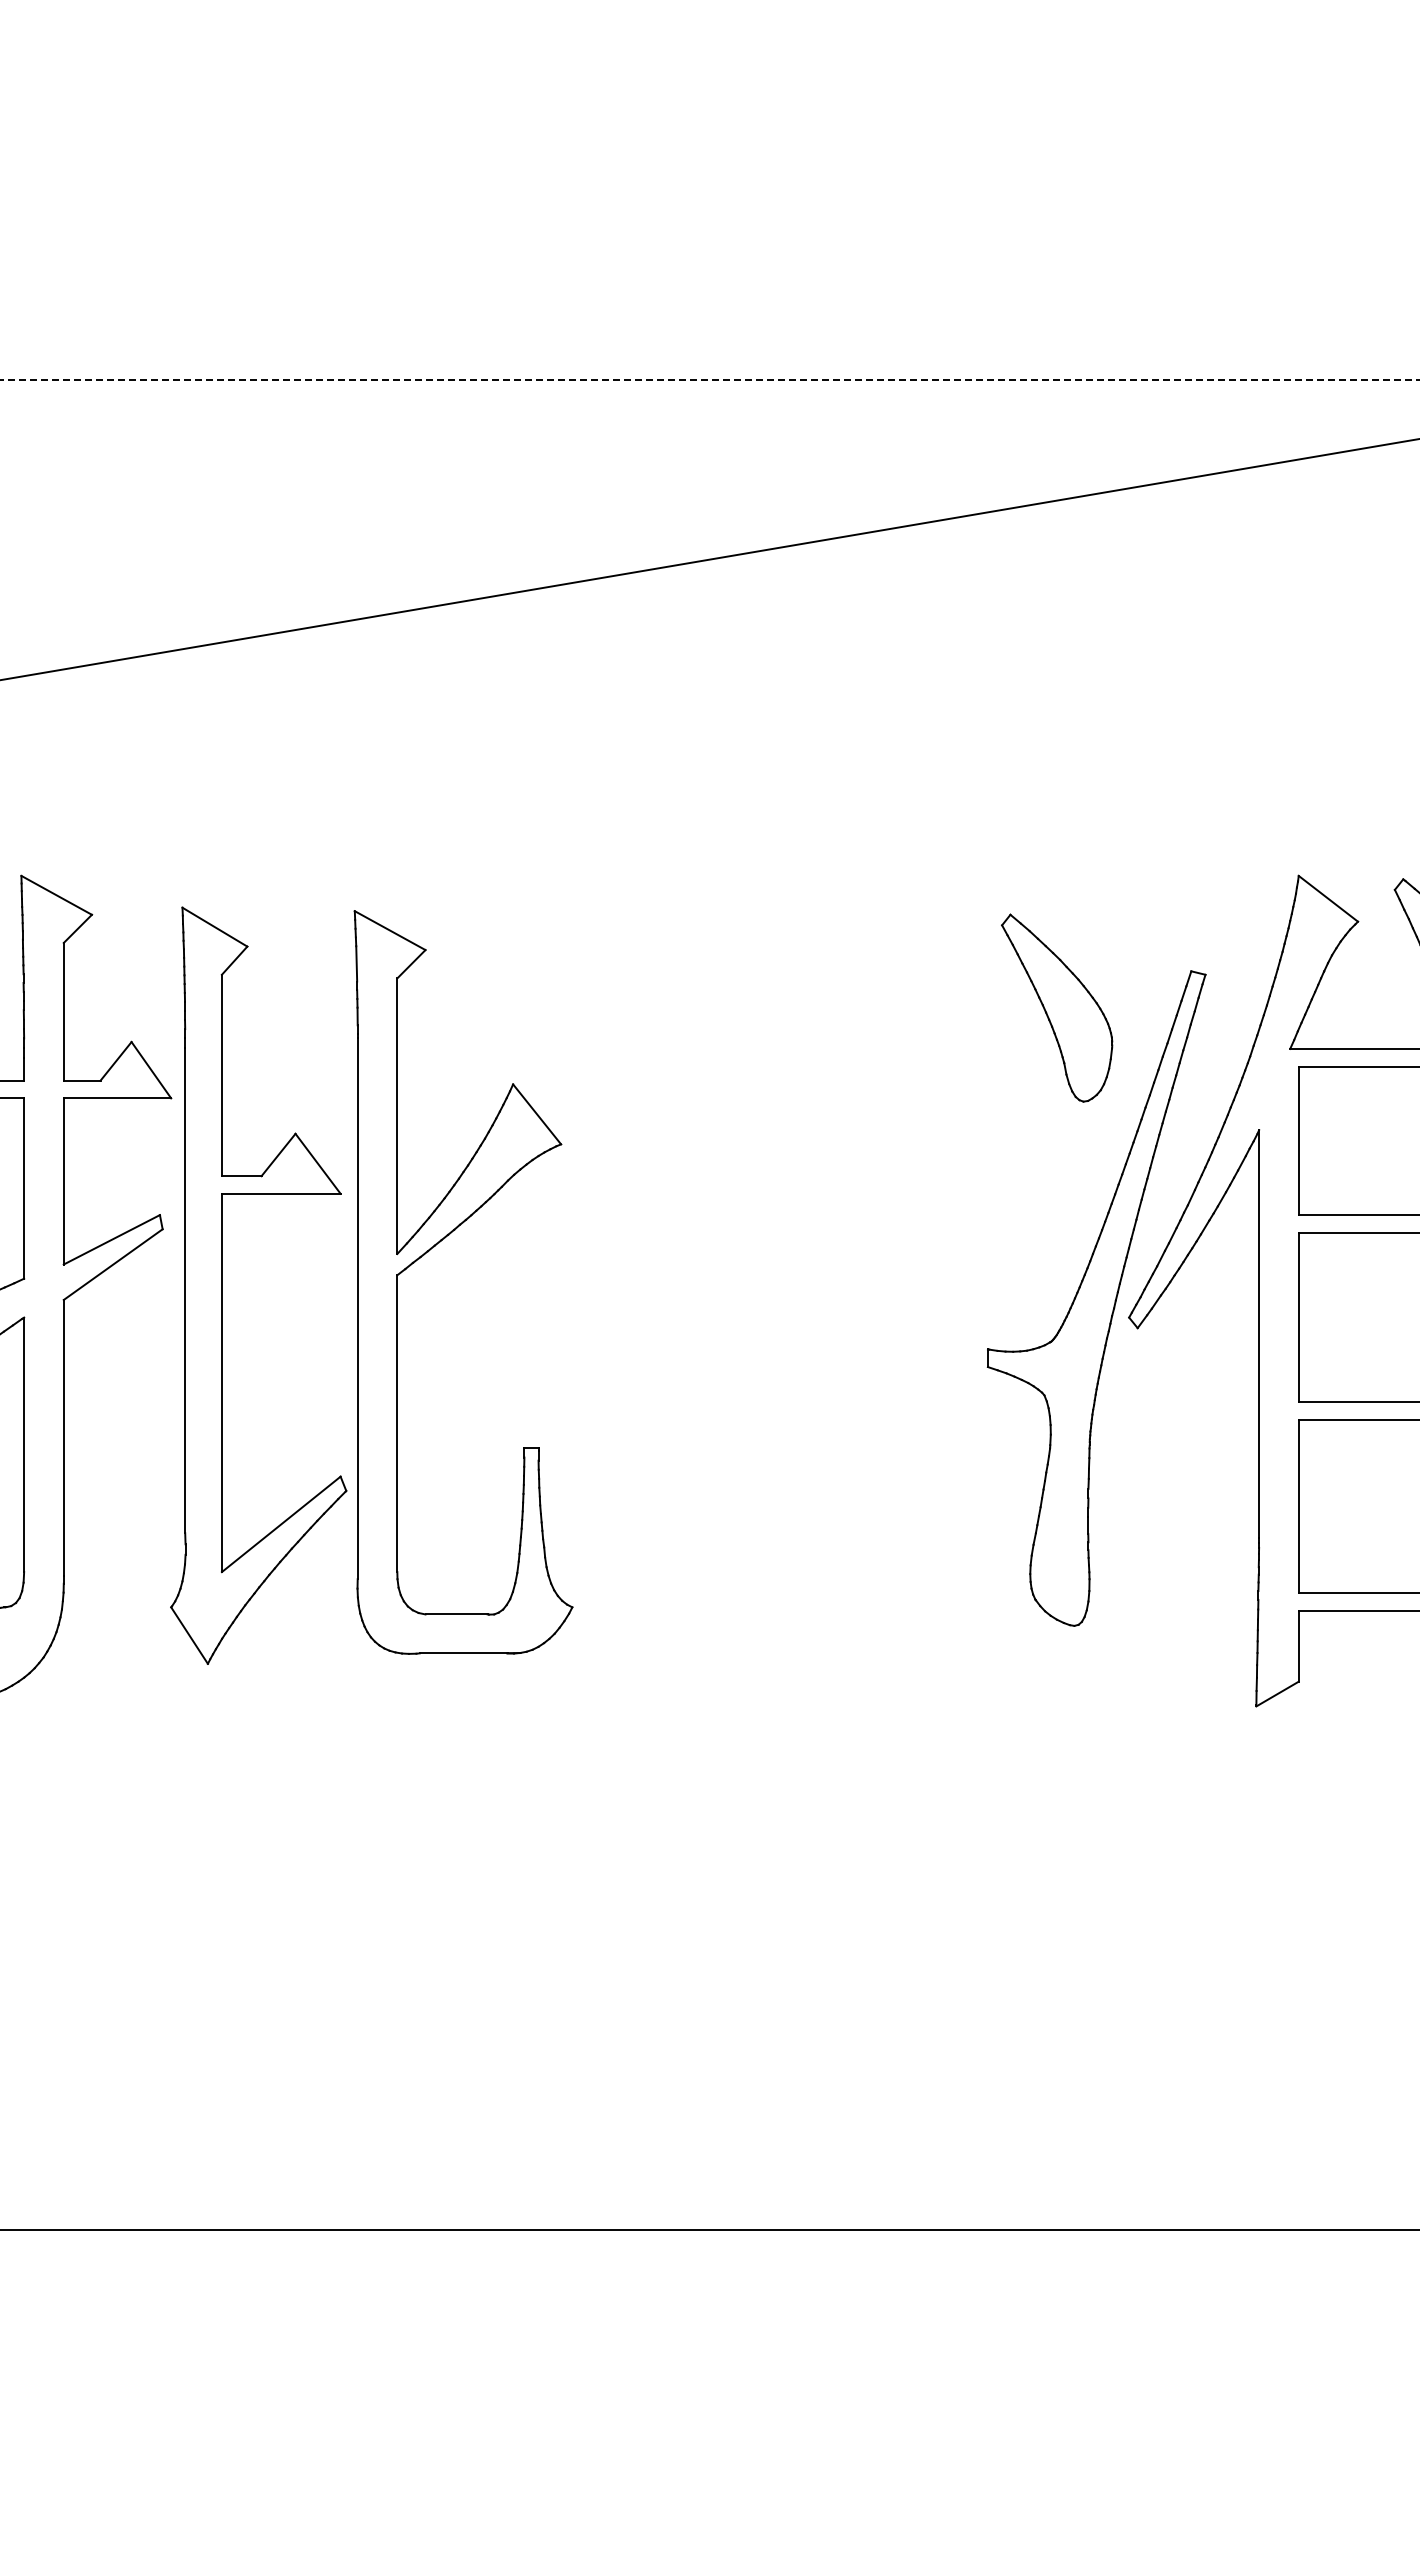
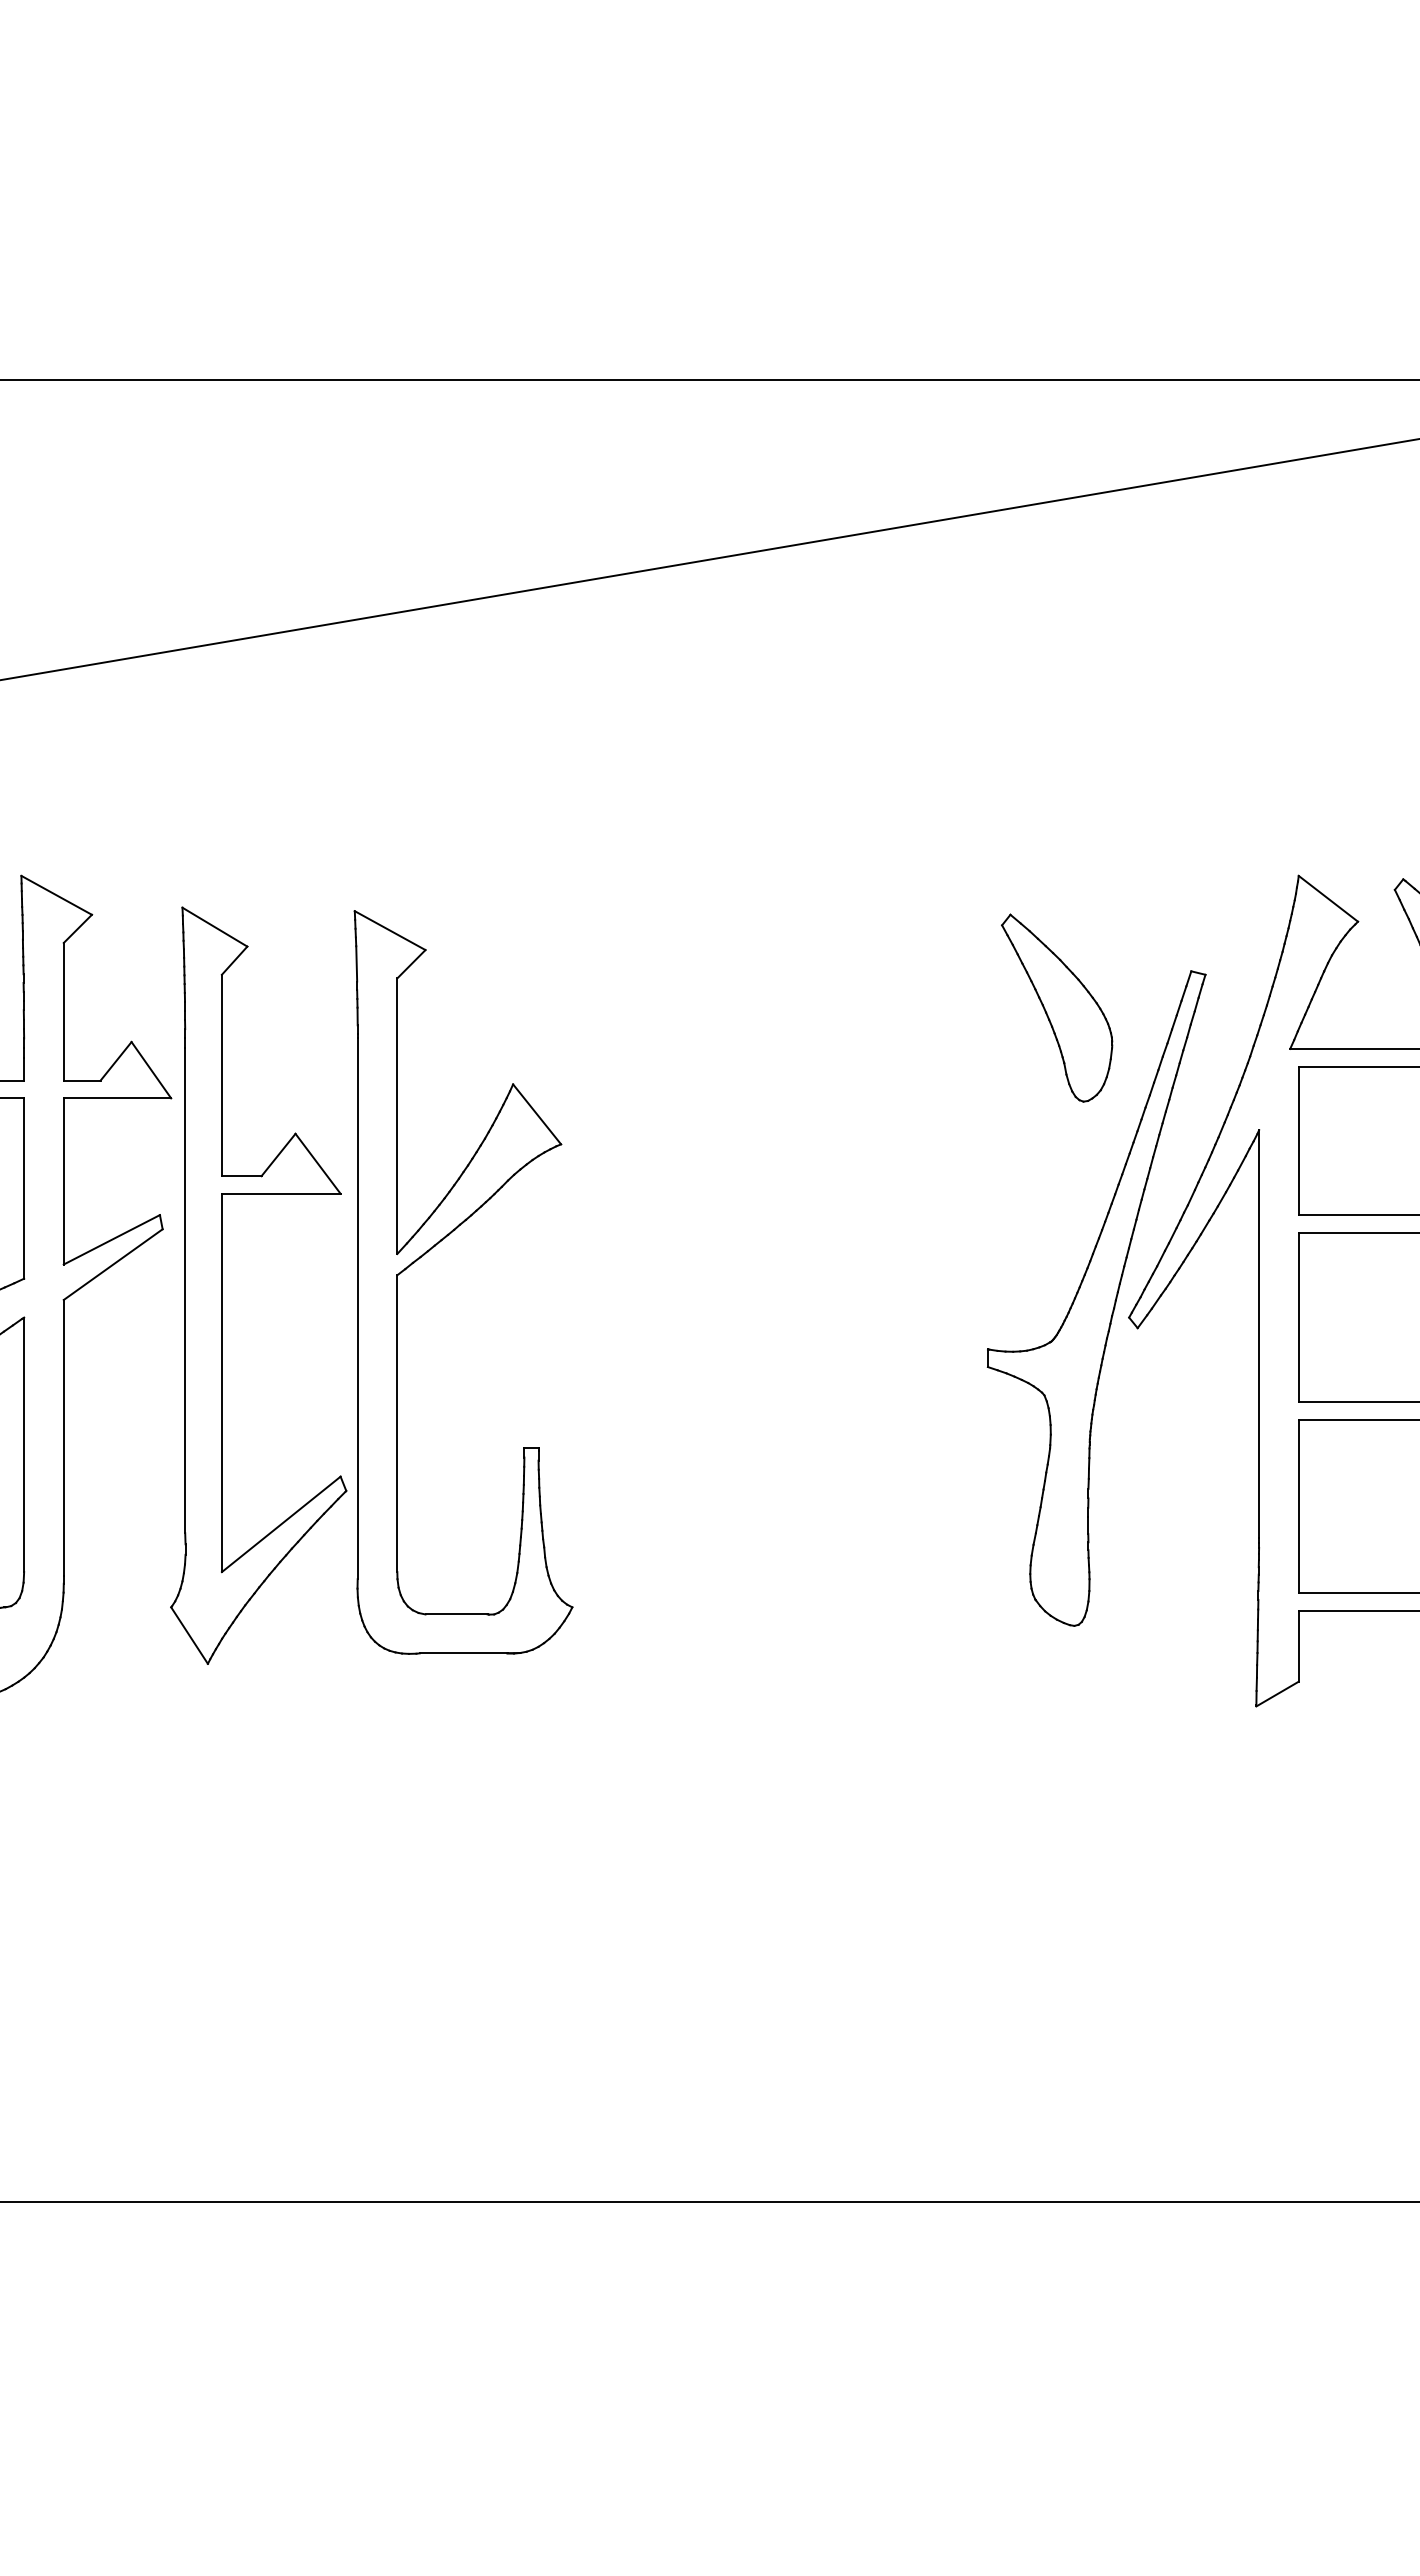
line at (710, 380): dashed -> solid
line at (709, 2230) position: (709, 2230) -> (709, 2202)
